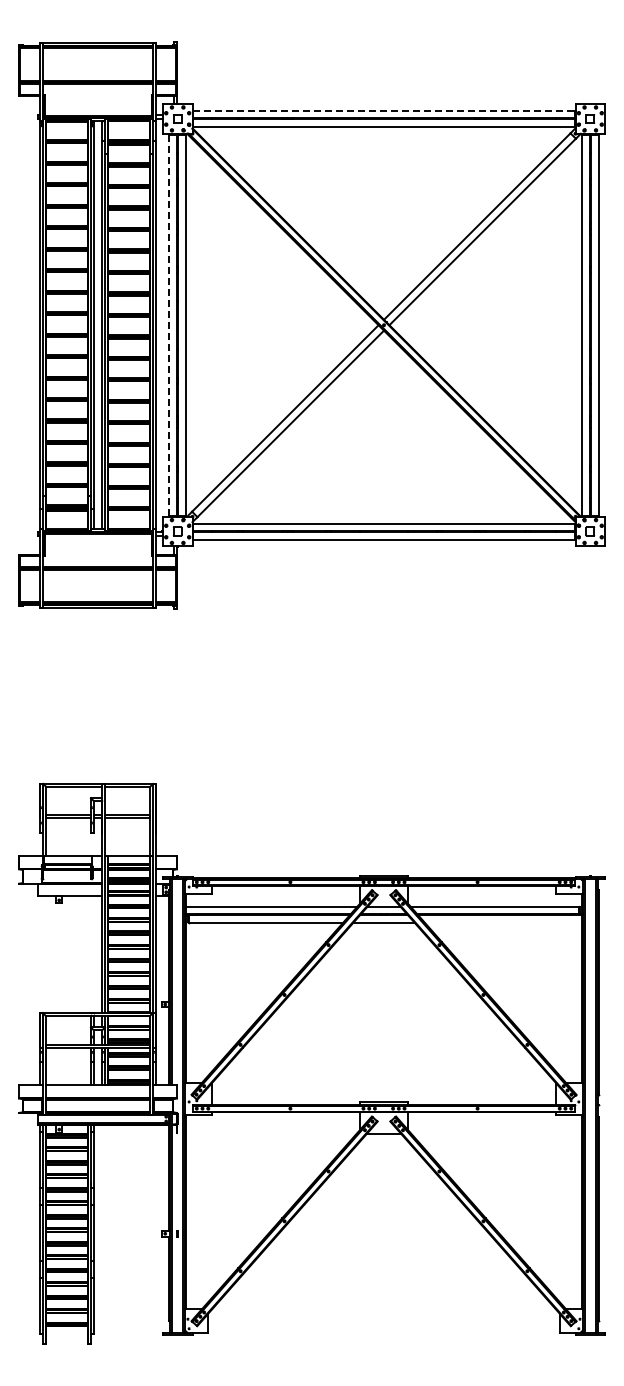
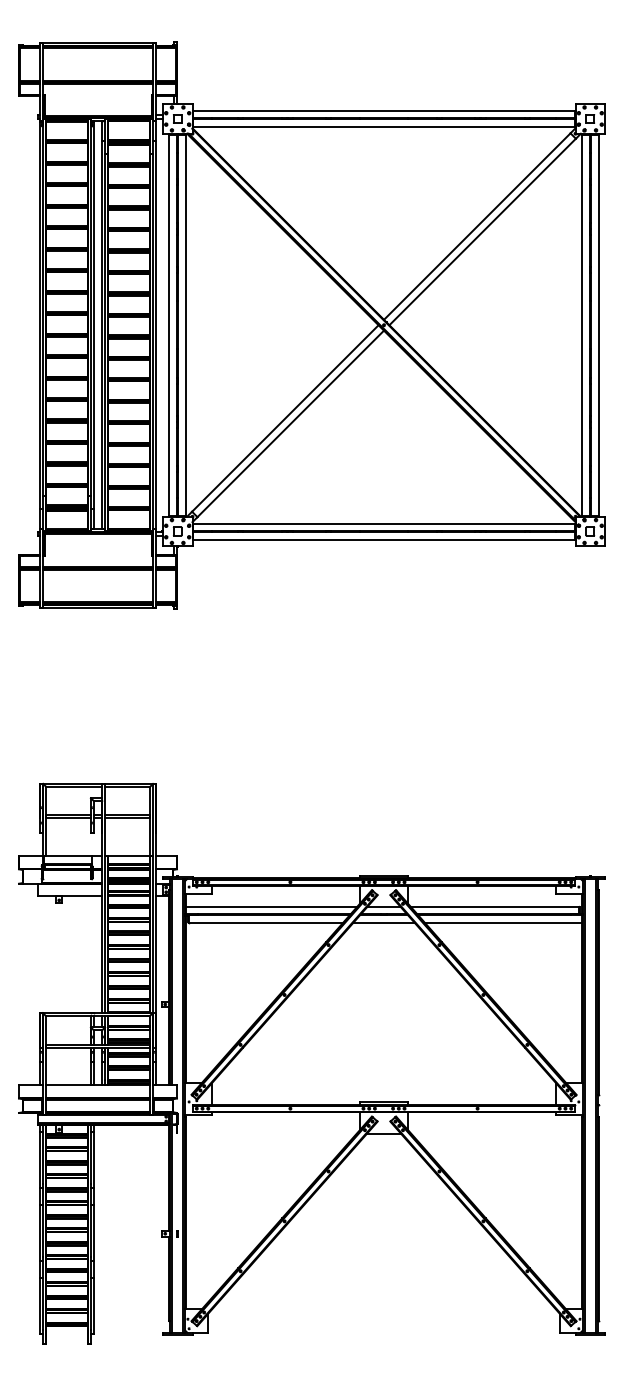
line at (384, 110): dashed -> solid
line at (169, 325): dashed -> solid
line at (503, 922): none -> present
